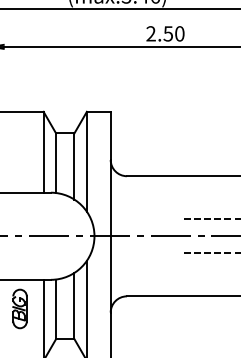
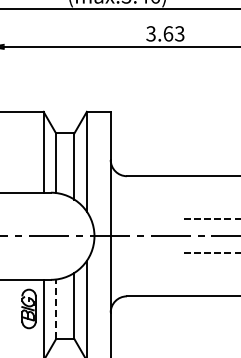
text at (165, 33): 2.50 -> 3.63
part at (19, 308) position: (19, 308) -> (28, 308)
line at (56, 309): solid -> dashed
